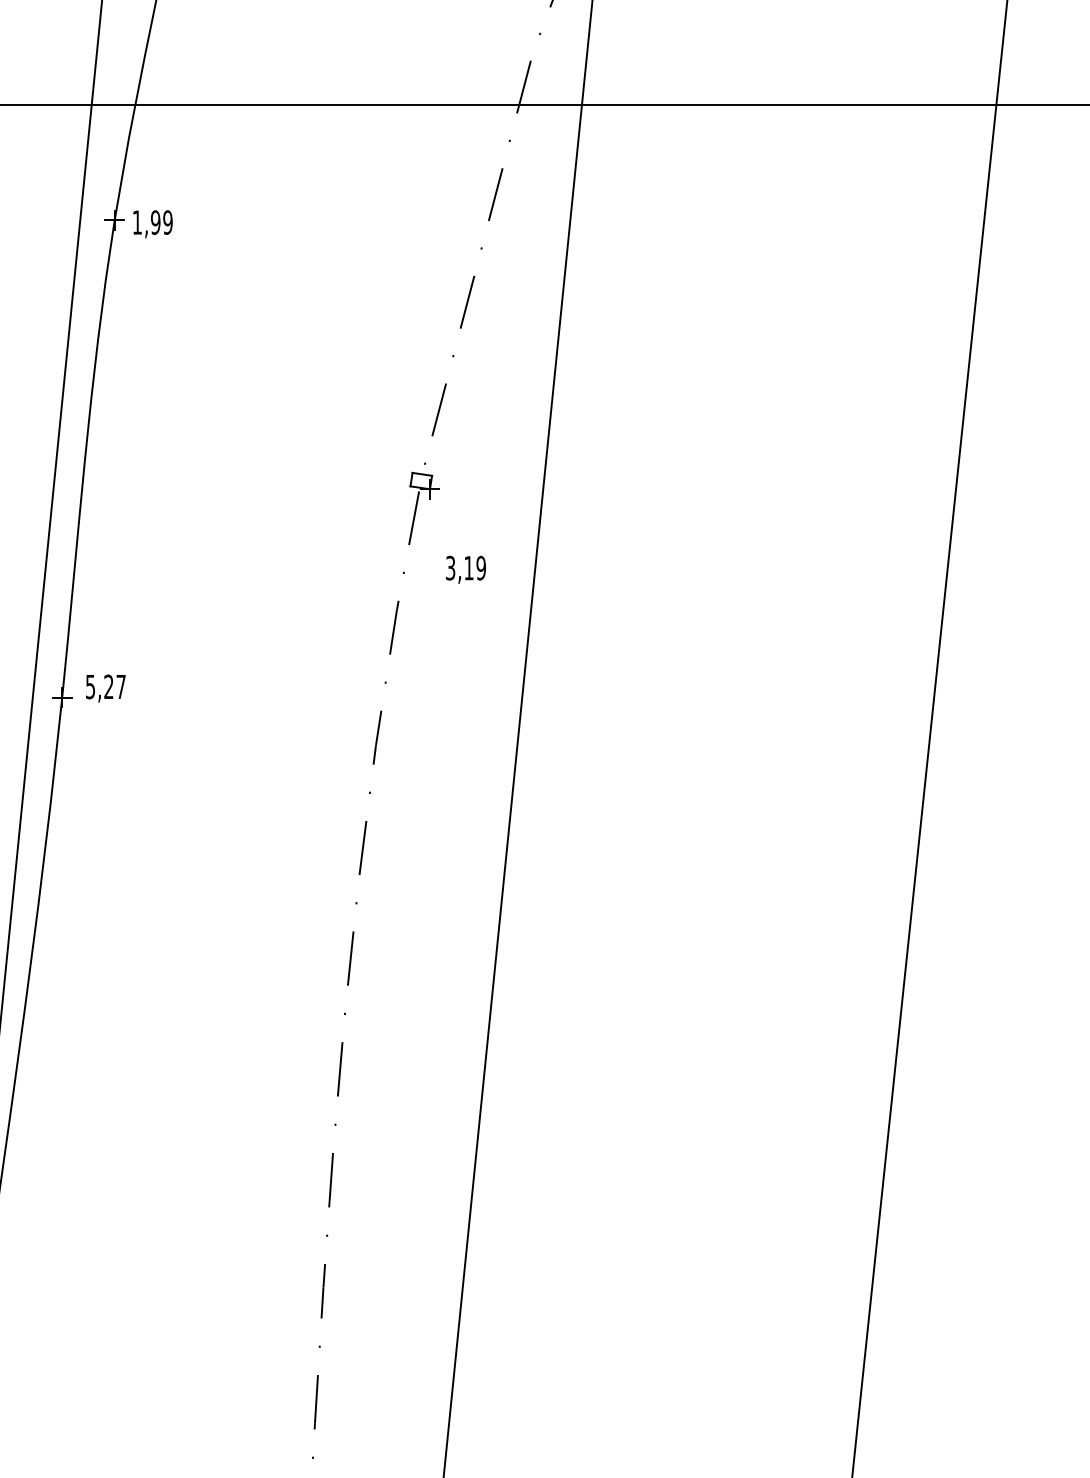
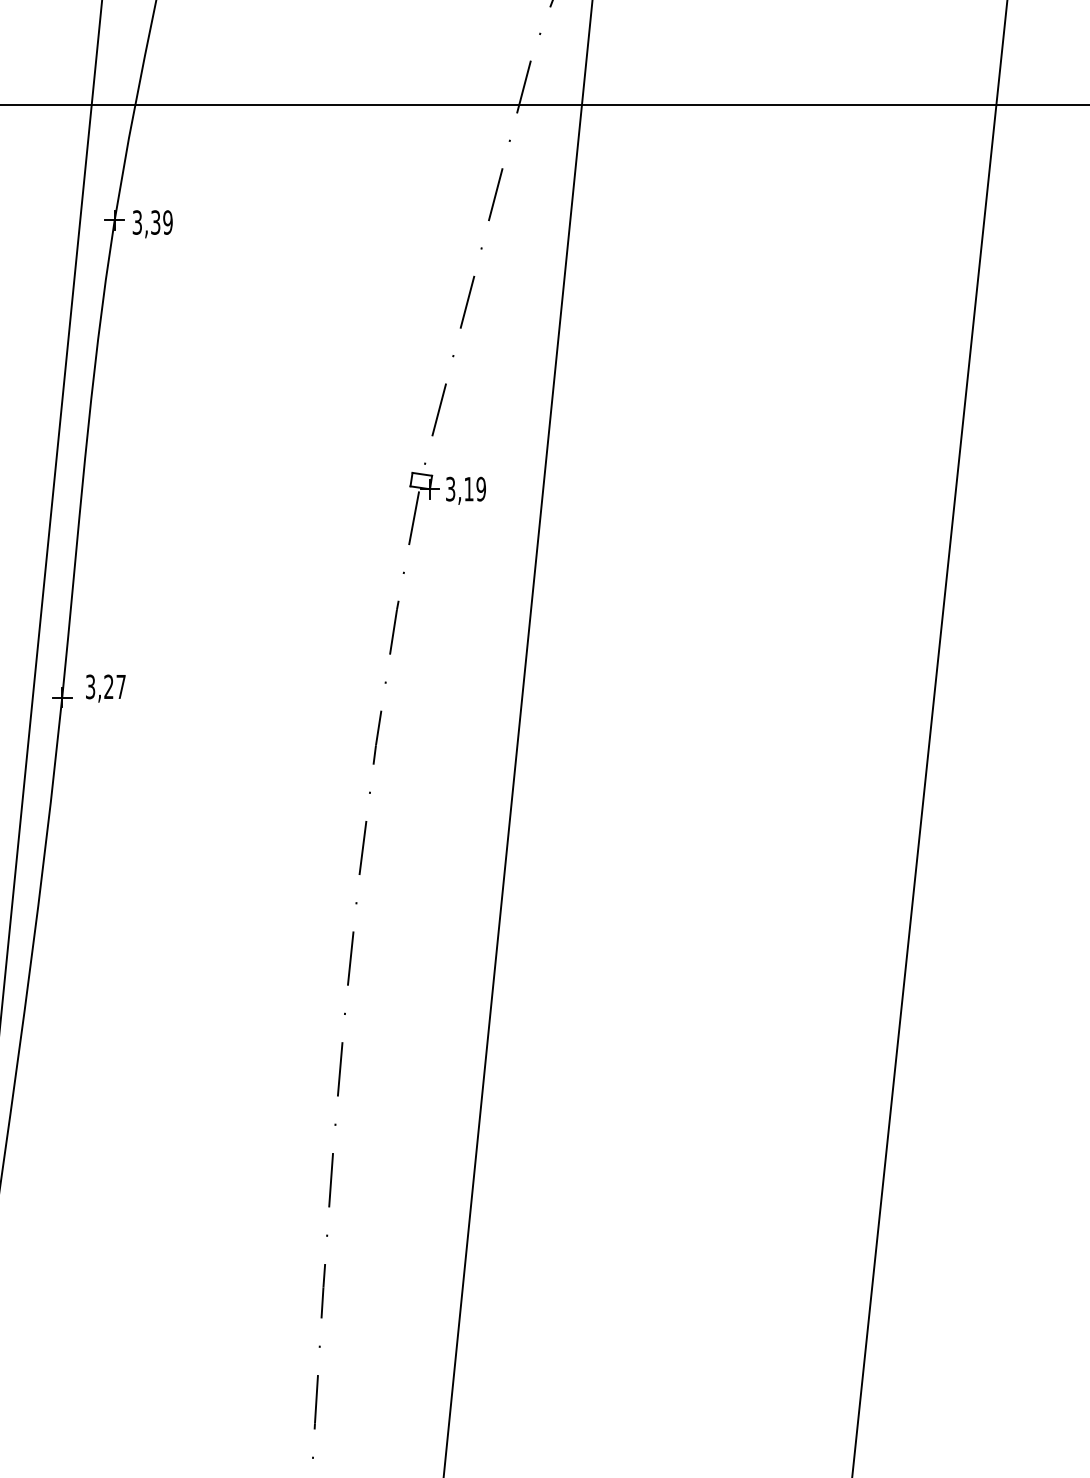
text at (146, 222): 1,99 -> 3,39
text at (465, 569) position: (465, 569) -> (465, 490)
text at (90, 686): 5,27 -> 3,27
